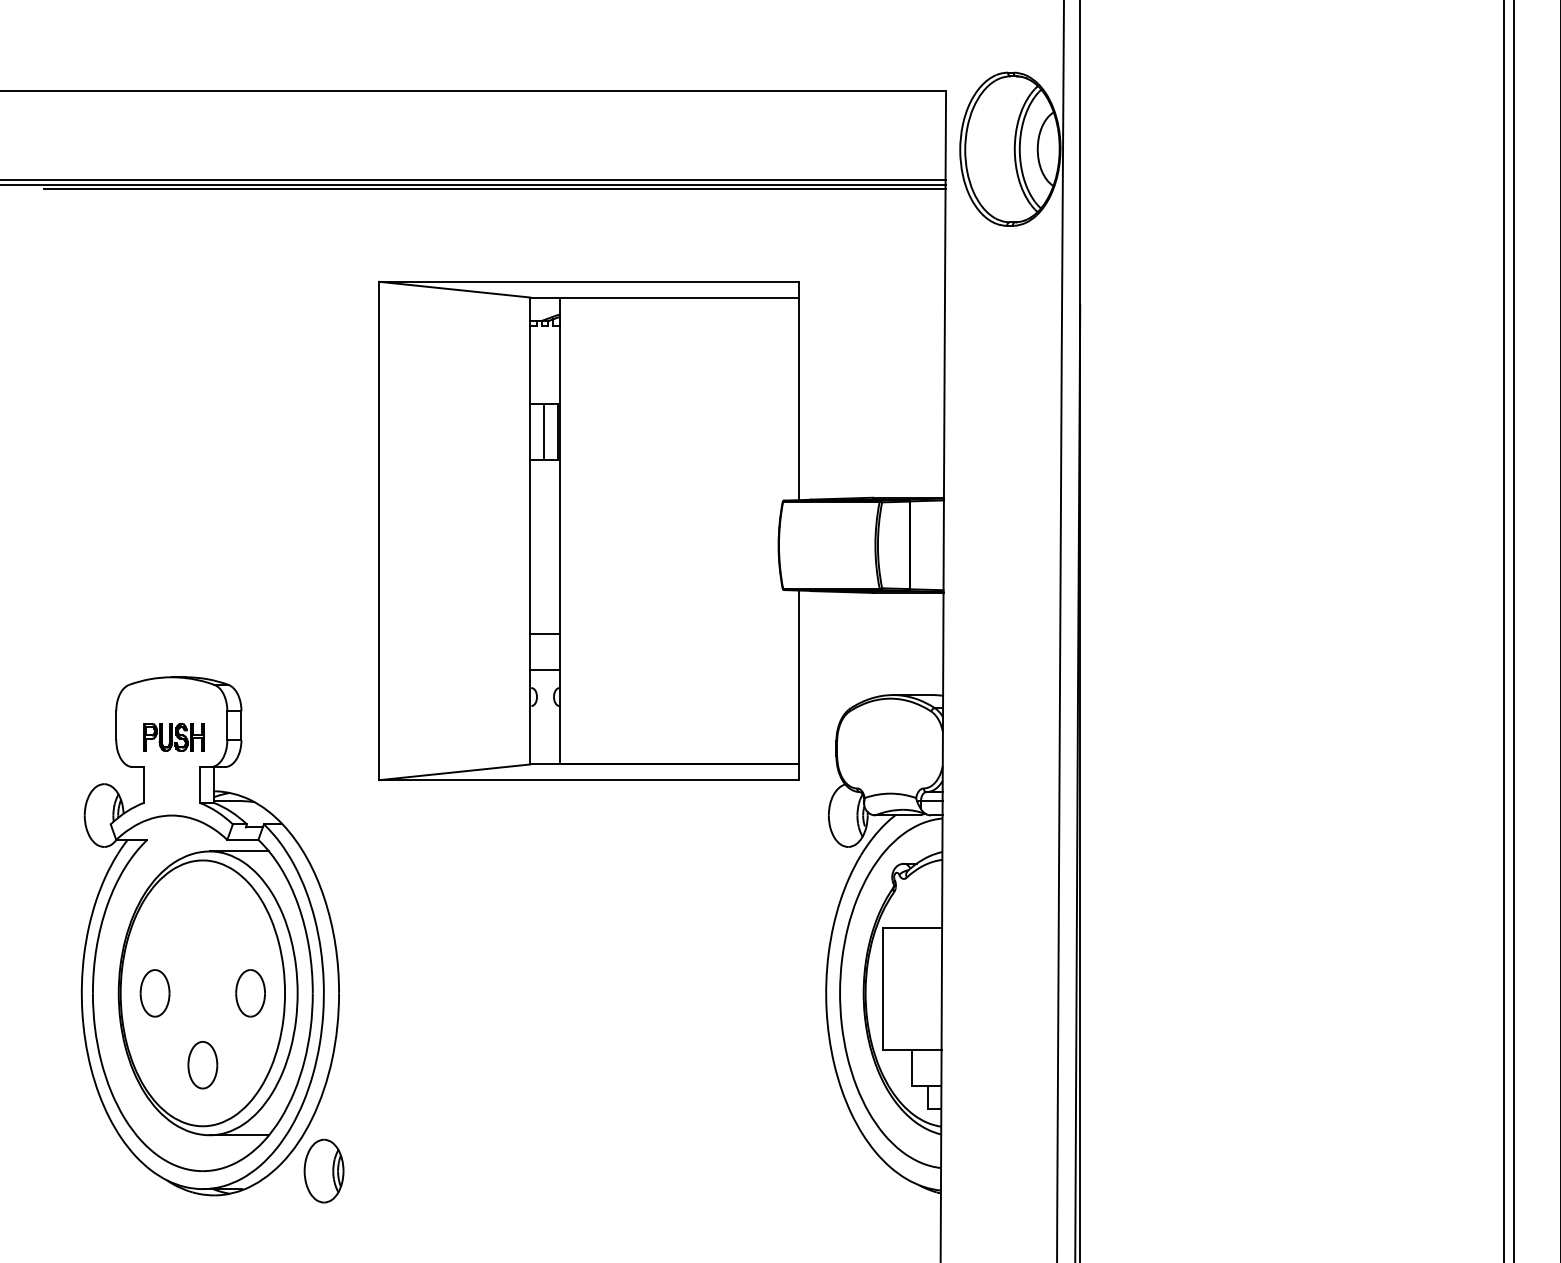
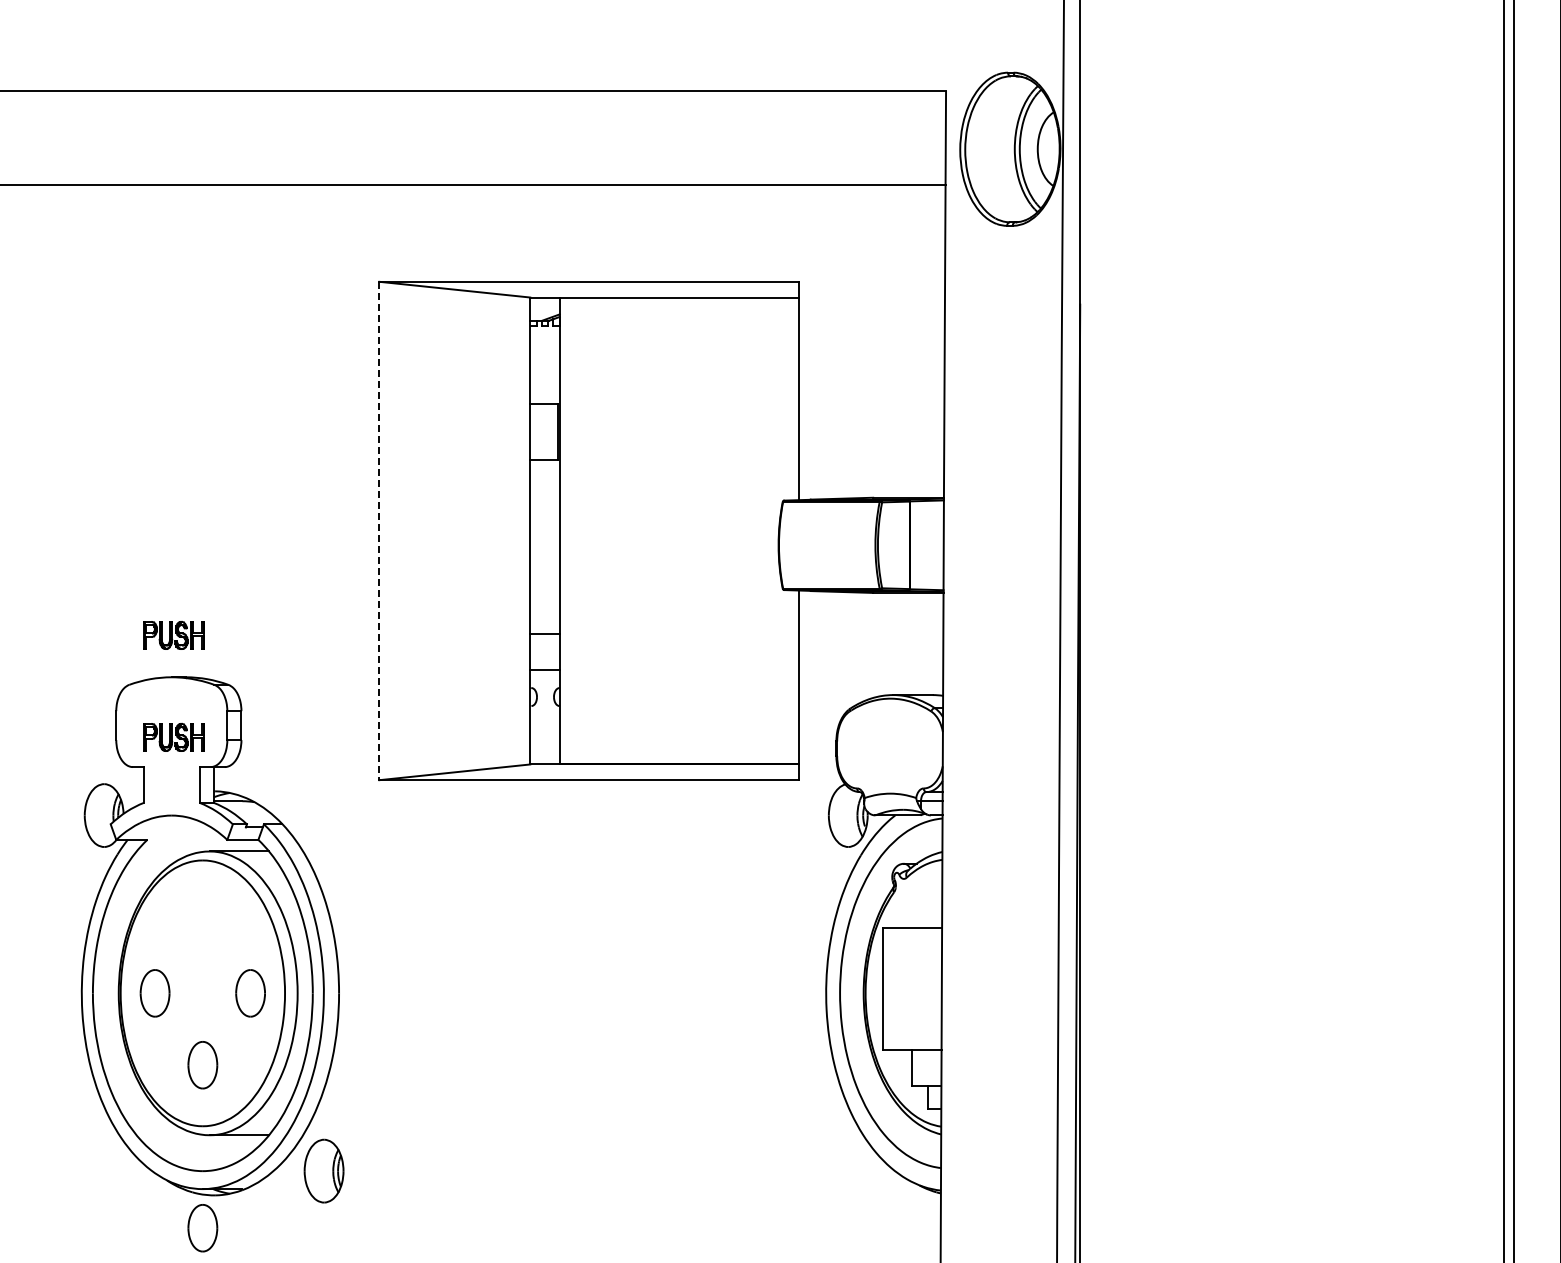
line at (473, 179): present -> none
line at (494, 188): present -> none
line at (544, 431): present -> none
line at (379, 531): solid -> dashed
part at (173, 635): none -> present
part at (202, 1228): none -> present
